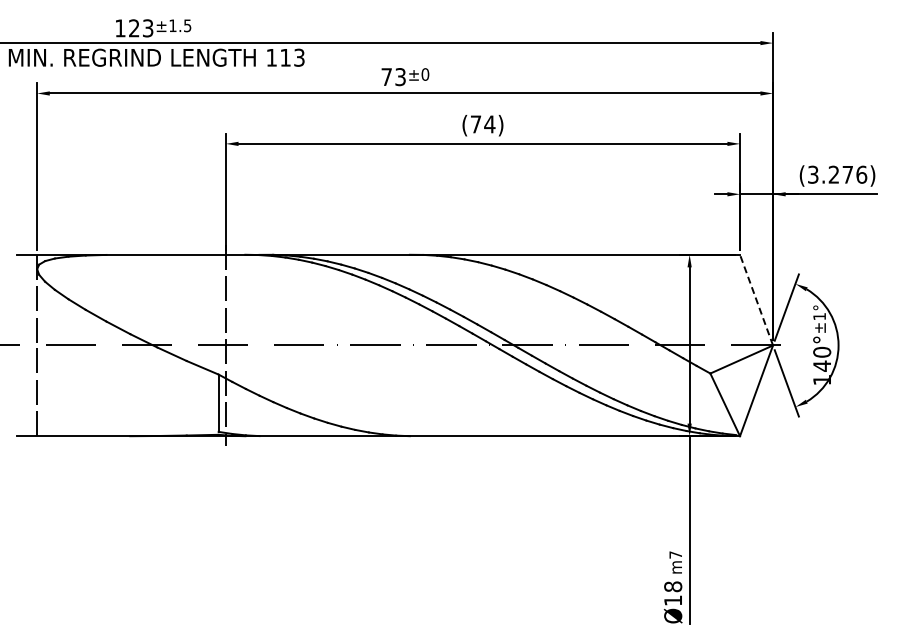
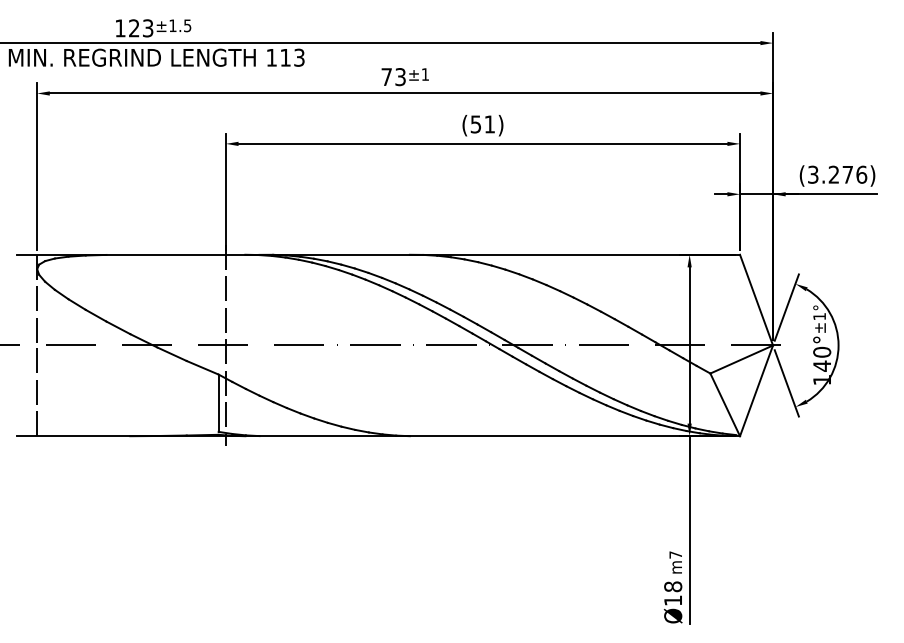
text at (425, 74): ±0 -> ±1
text at (482, 124): (74) -> (51)
line at (756, 299): dashed -> solid
